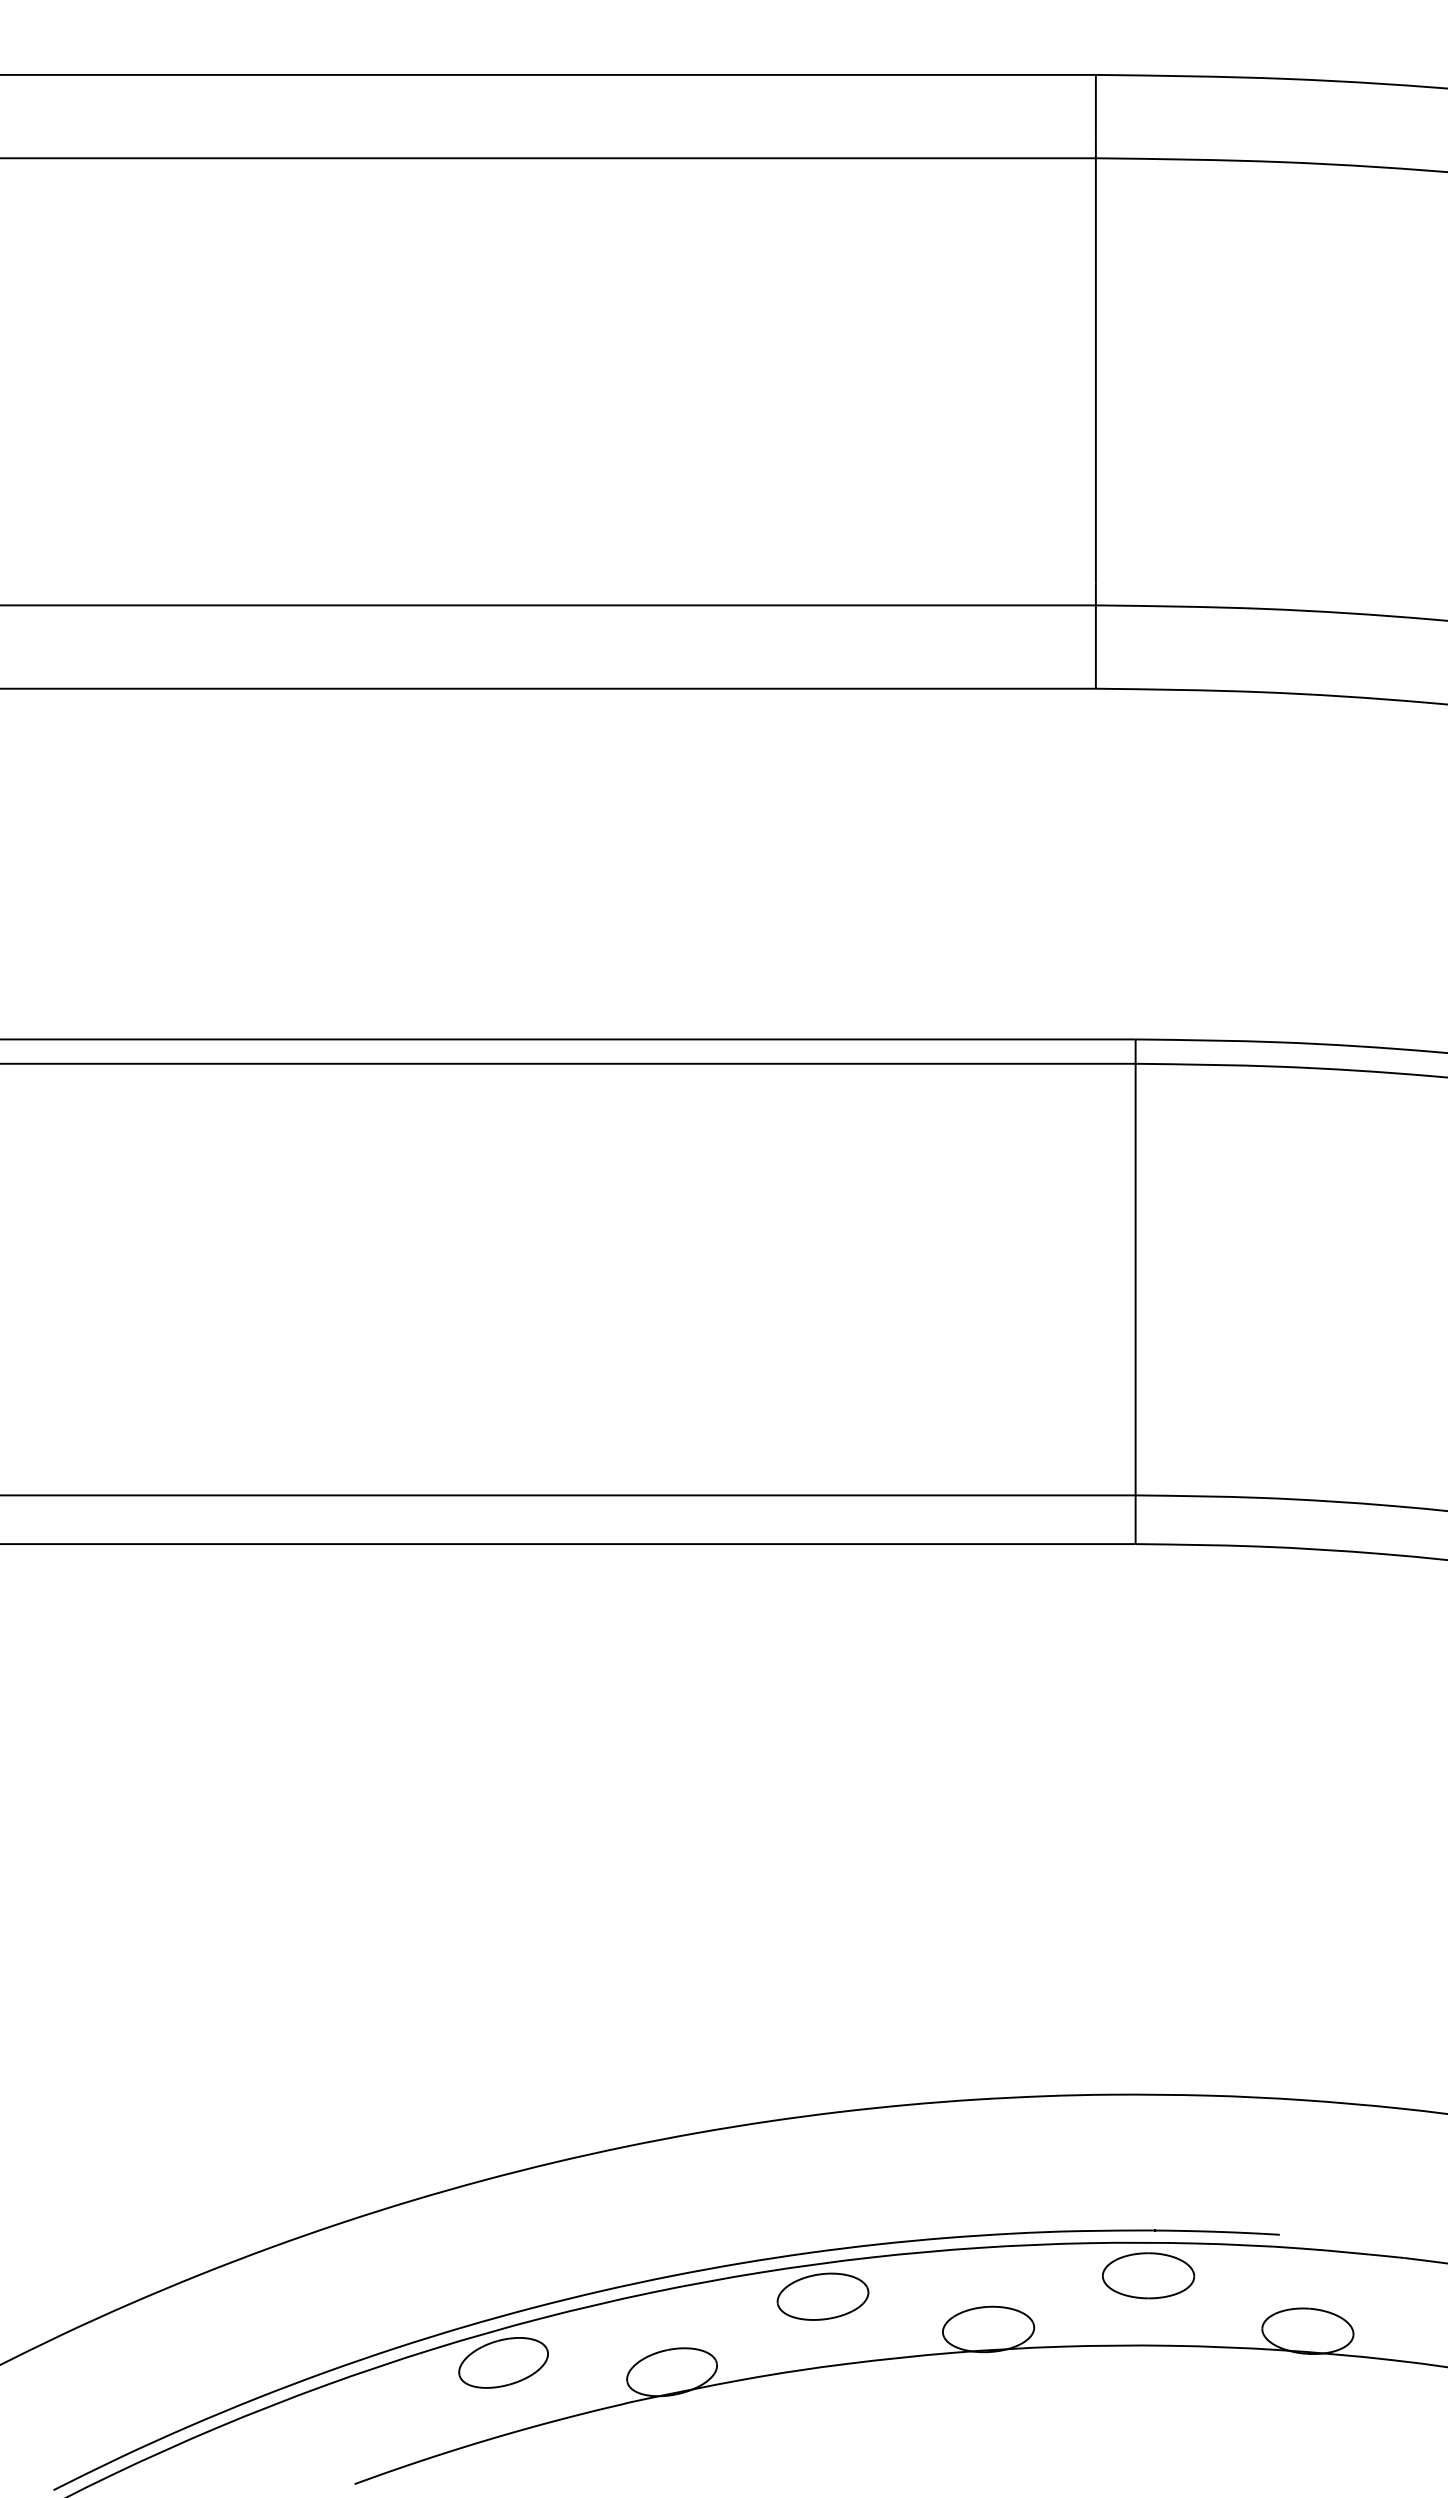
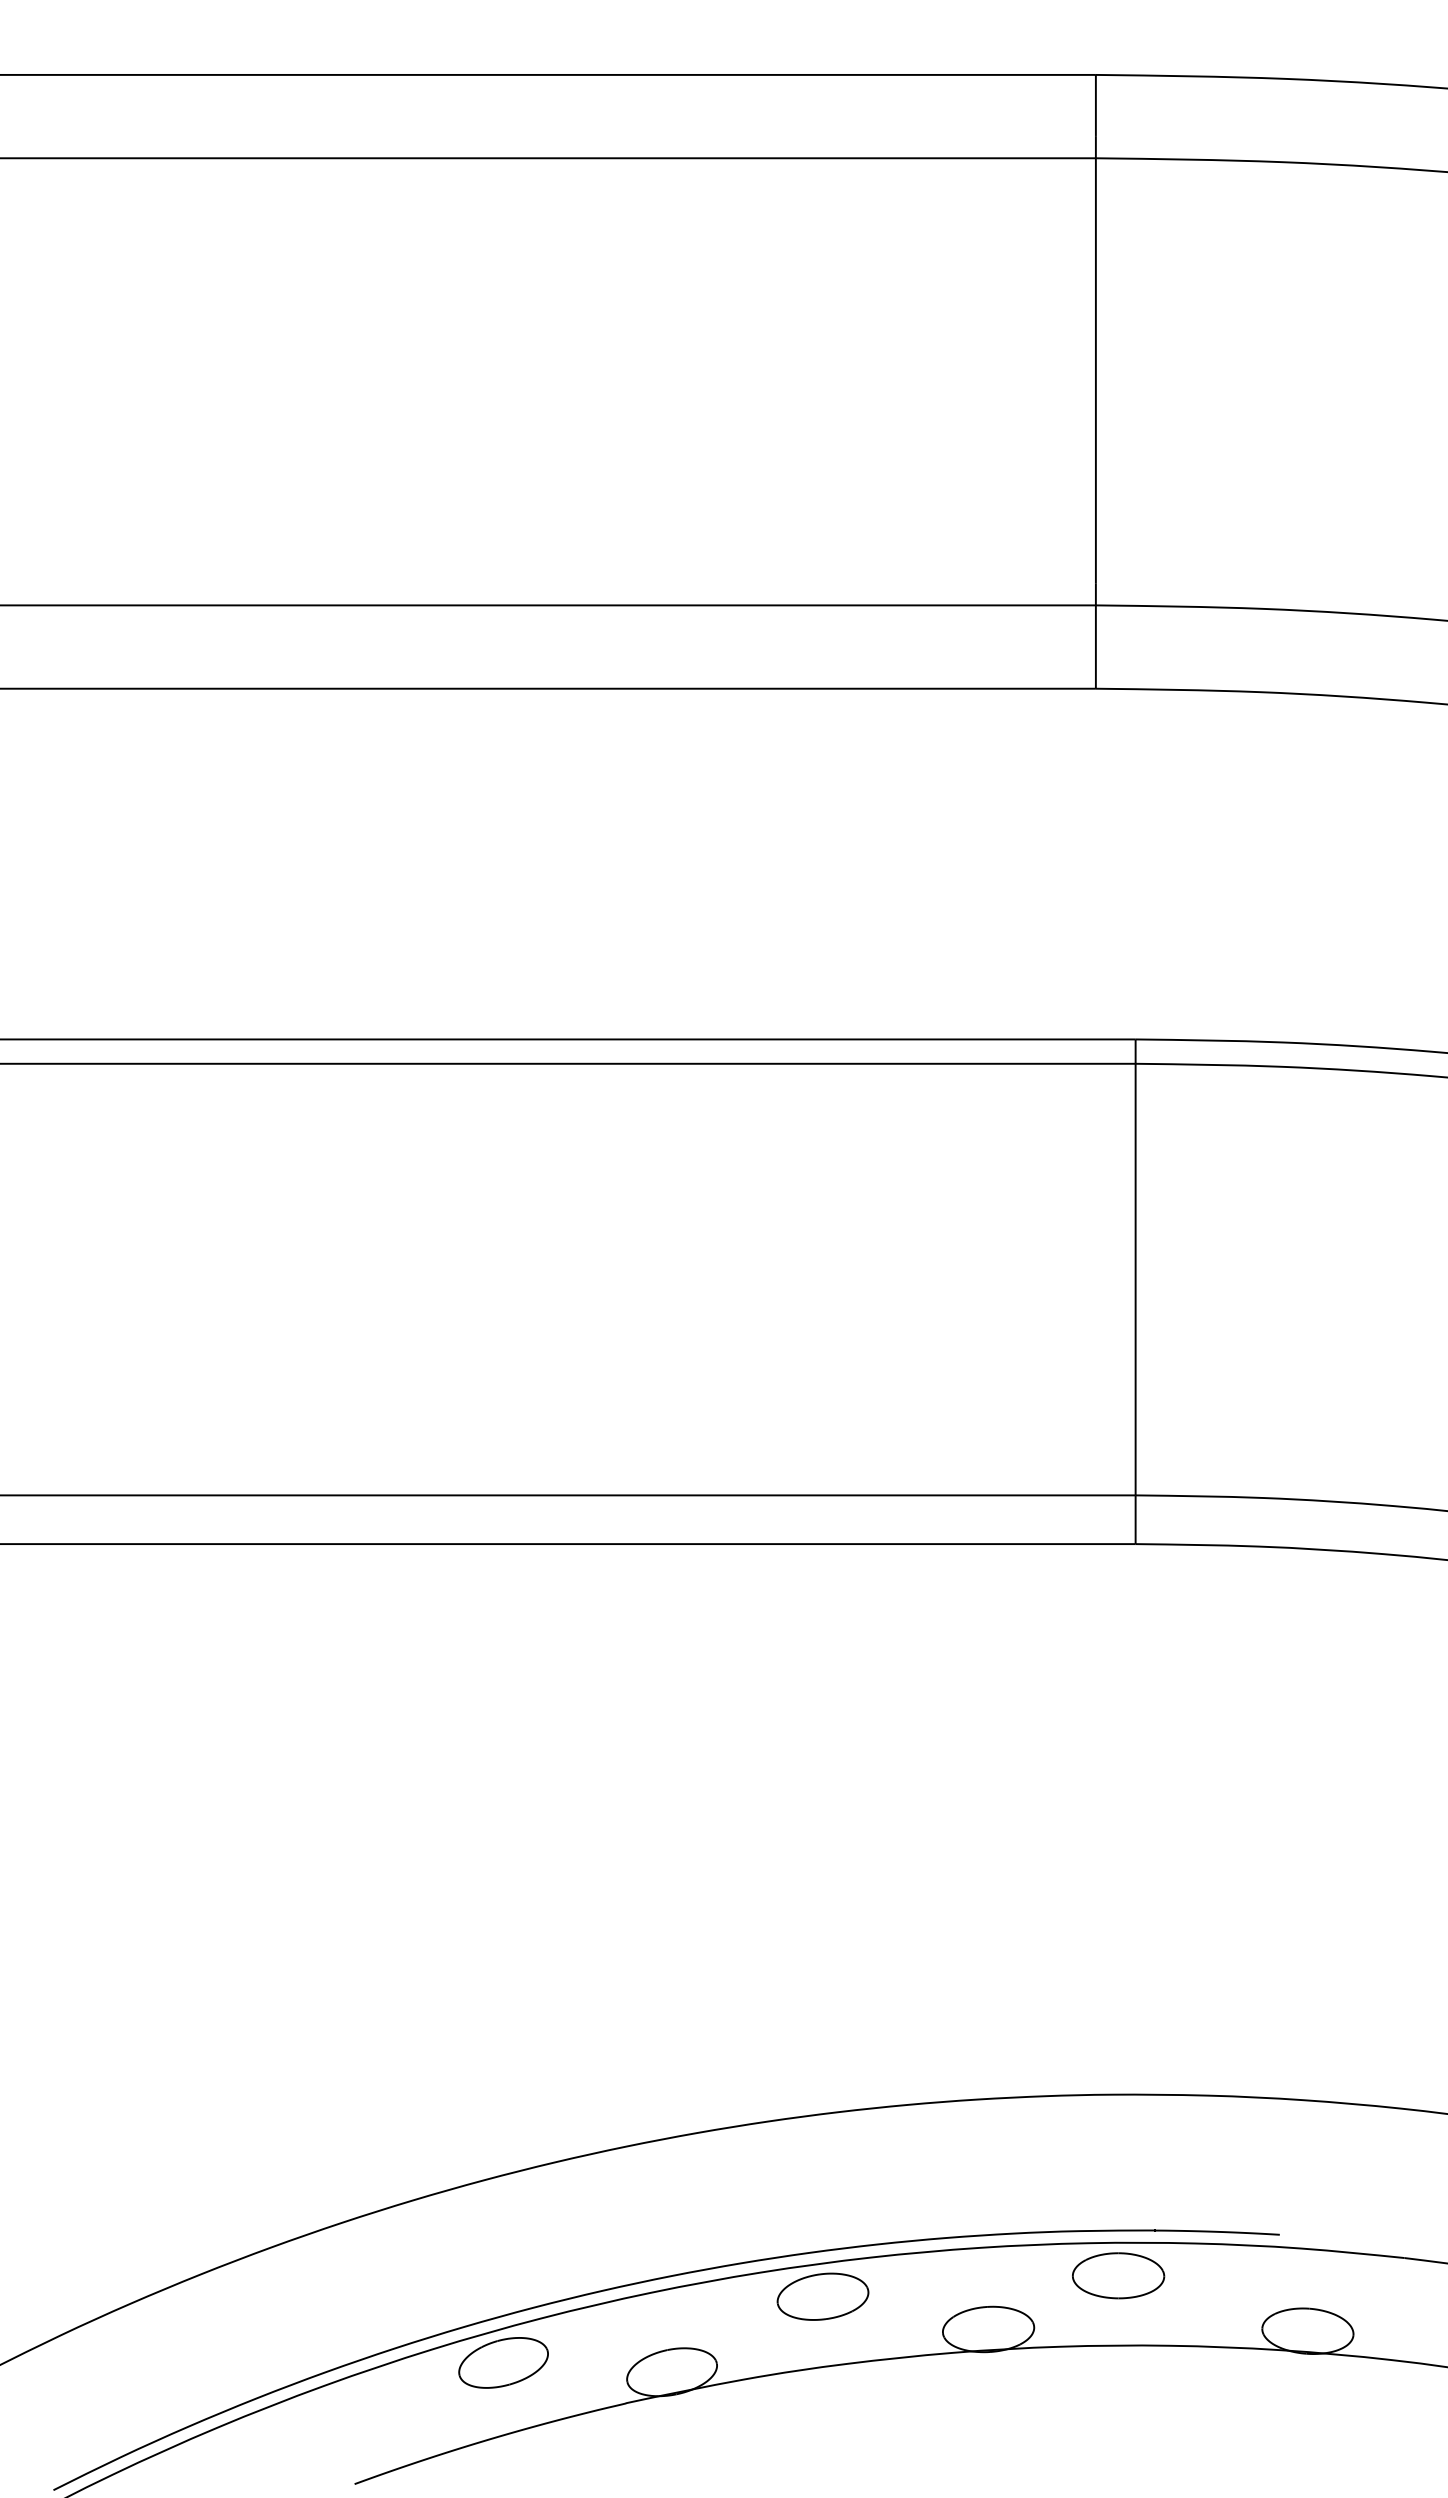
part at (1148, 2275) position: (1148, 2275) -> (1118, 2275)
